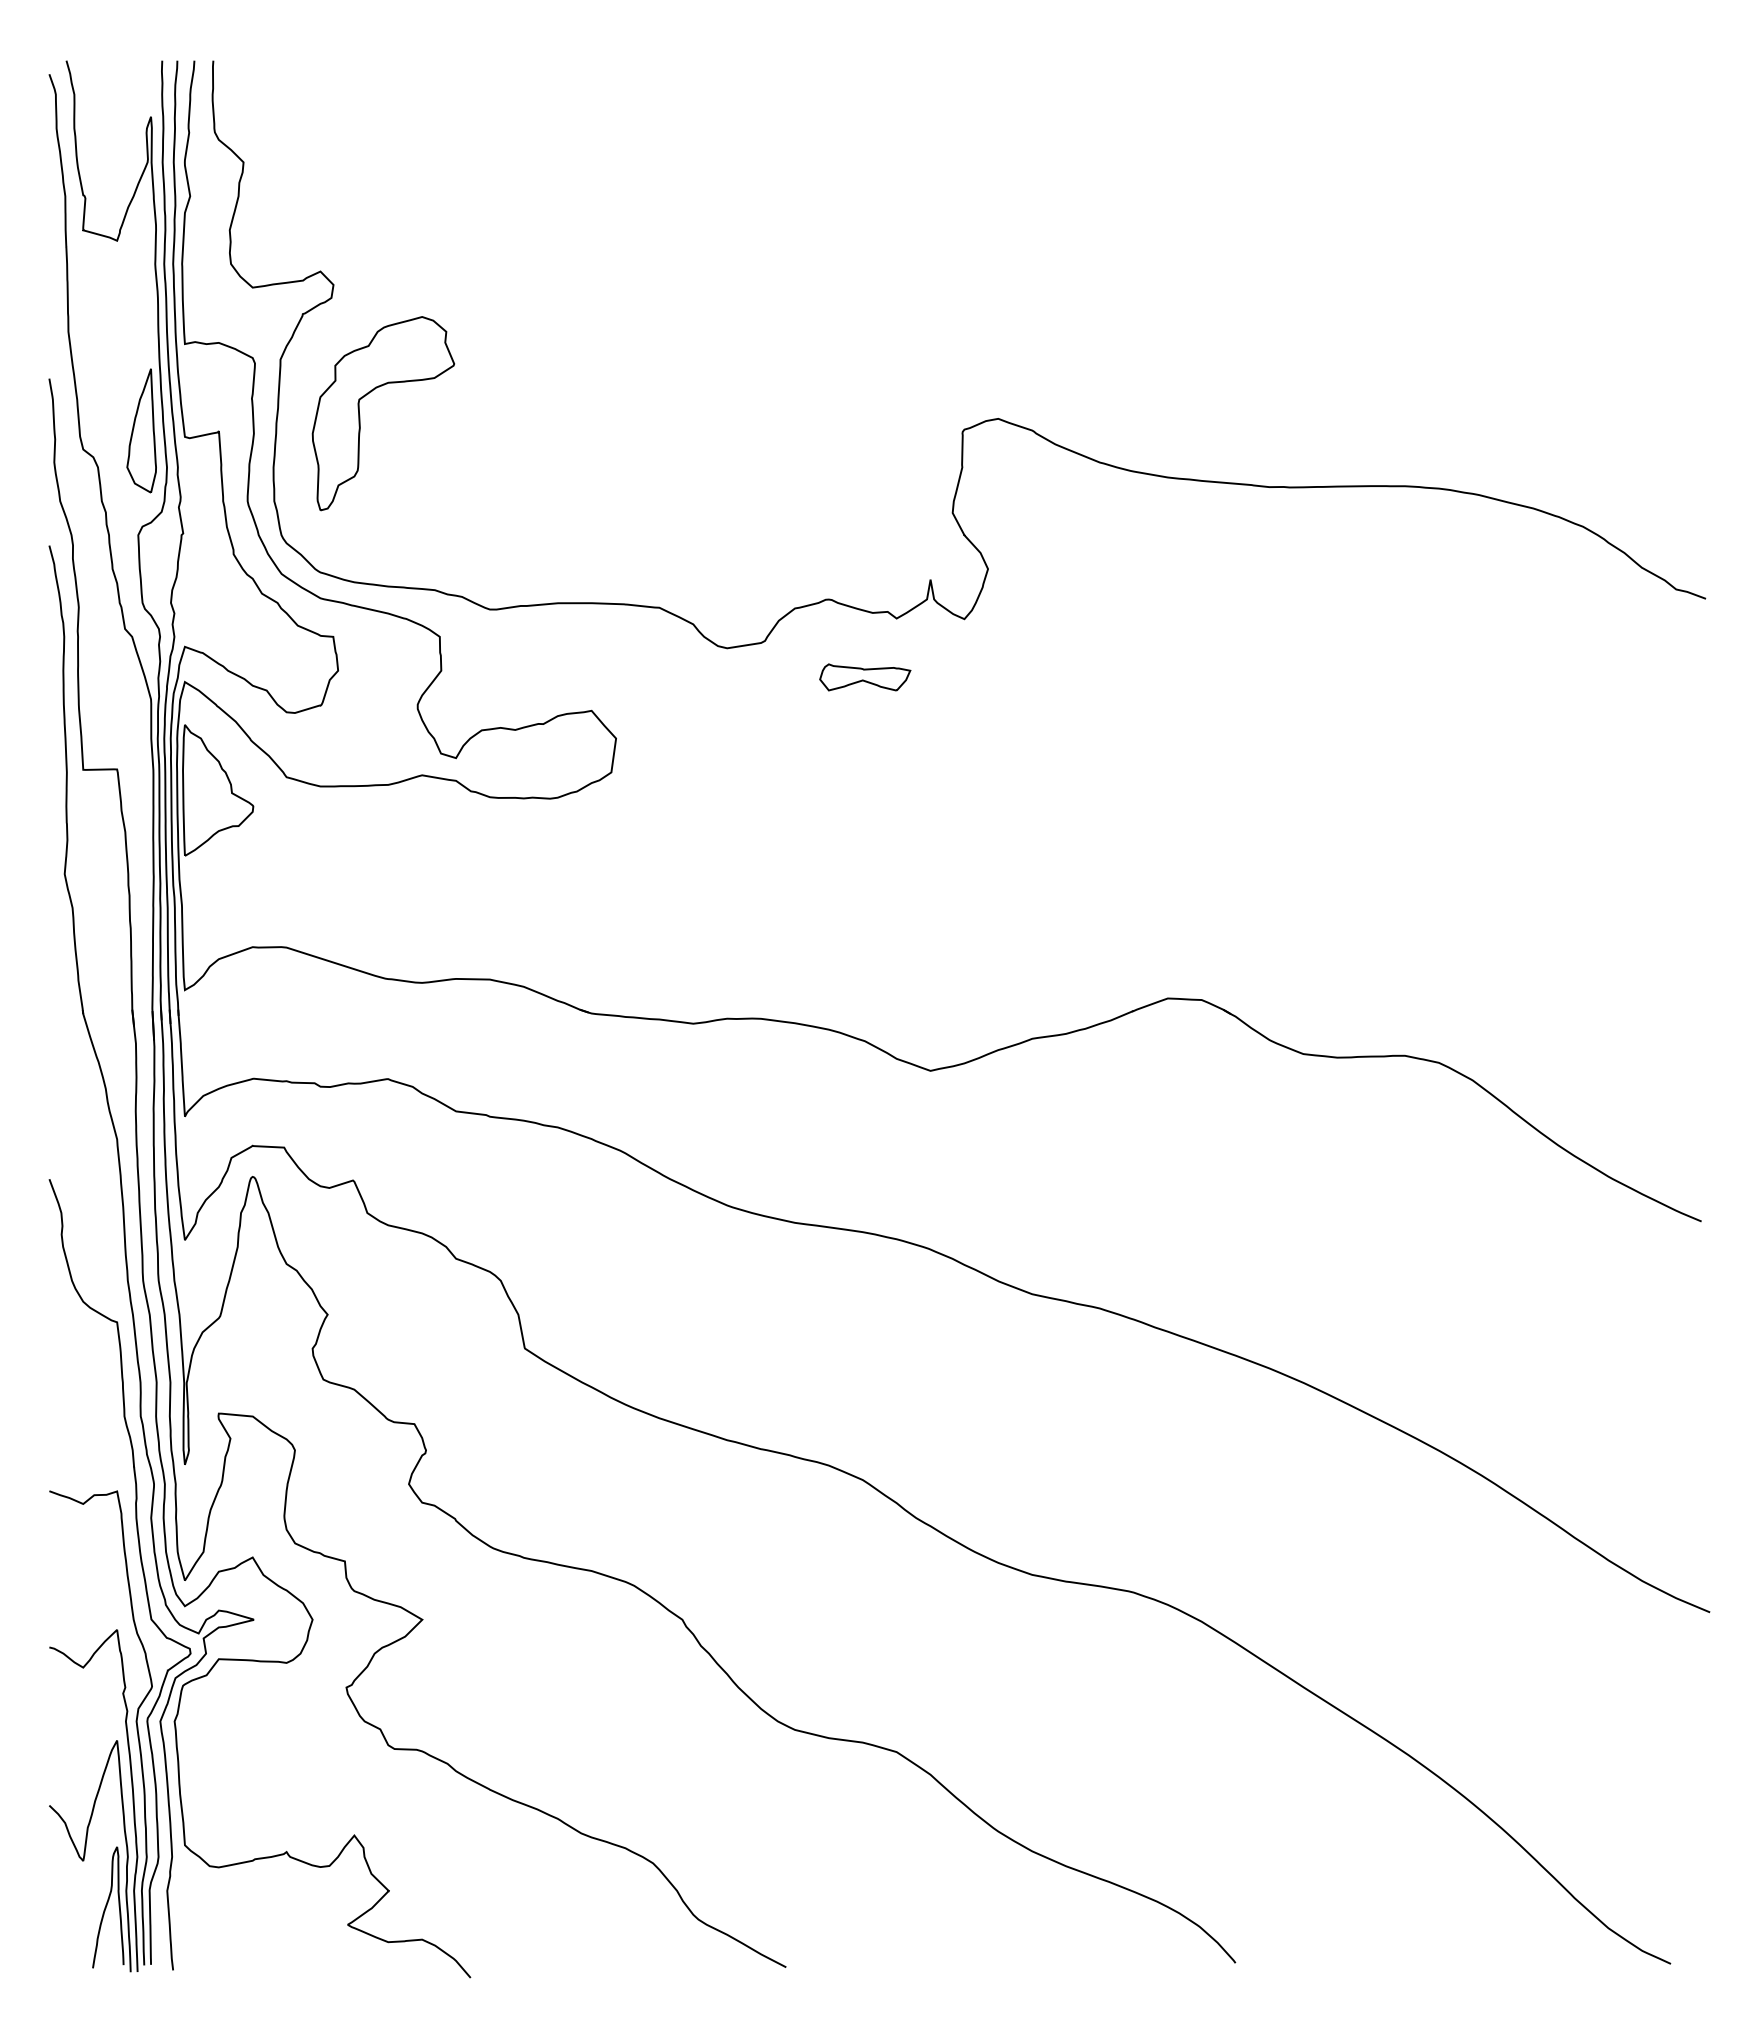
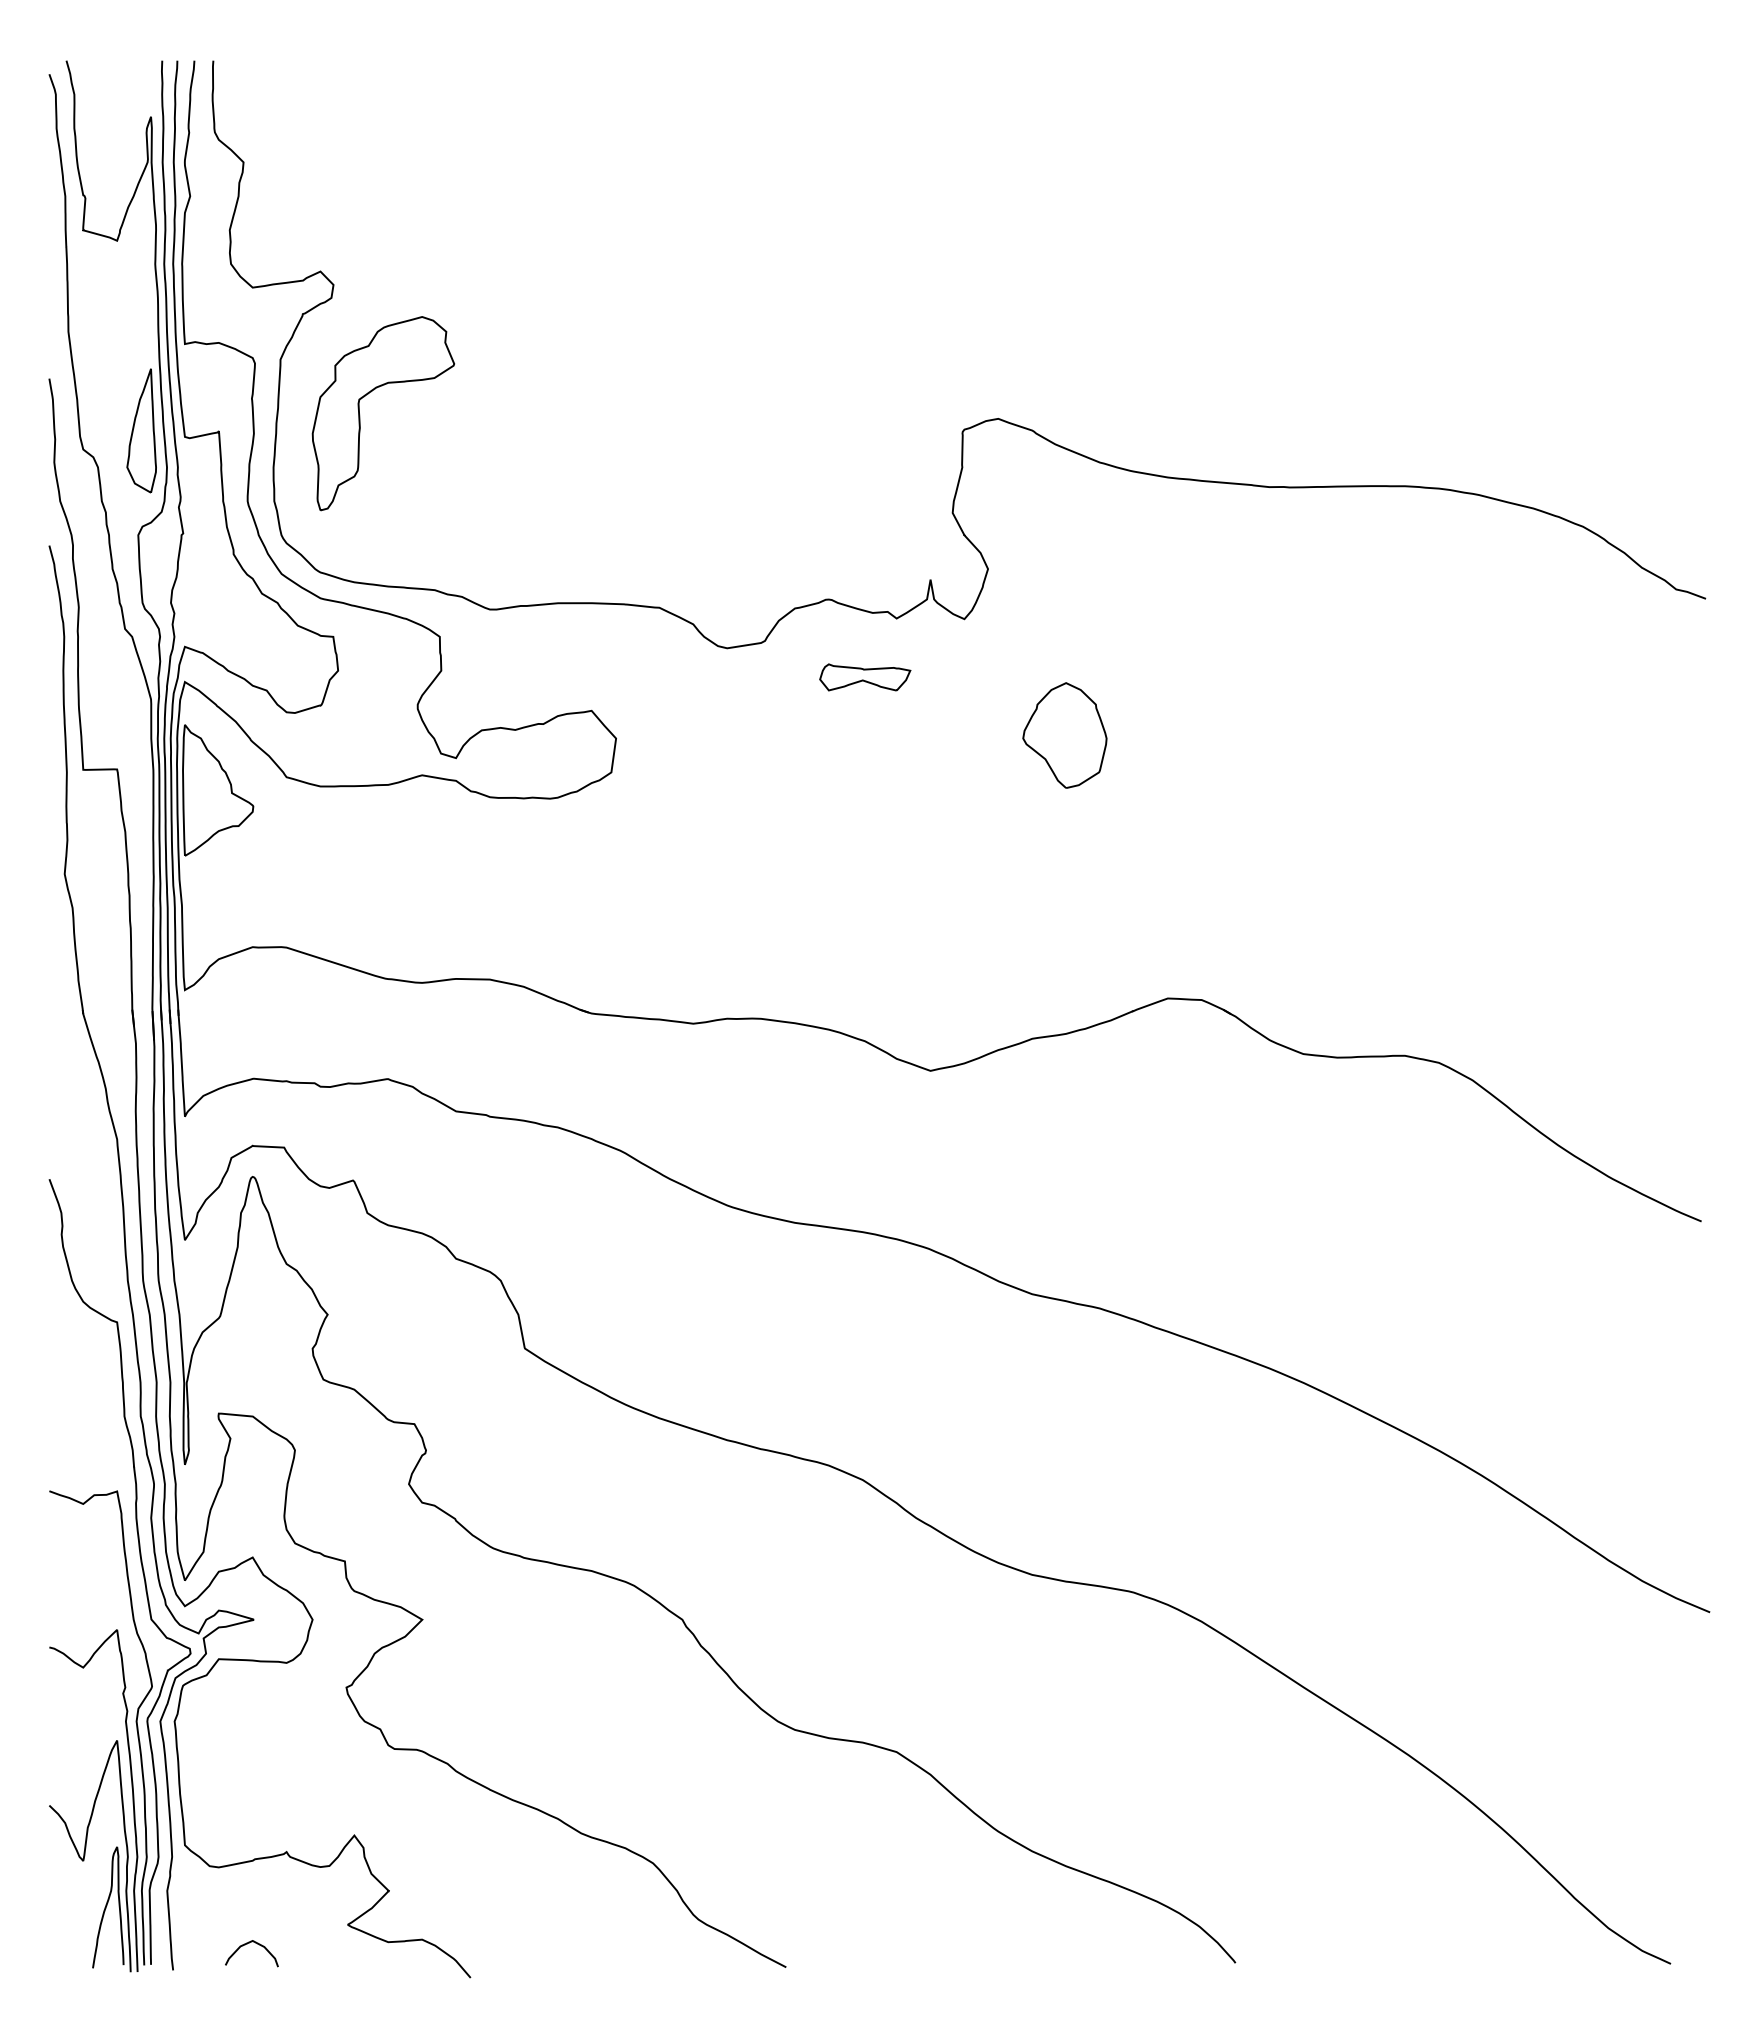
part at (1064, 735): none -> present
curve at (247, 1944): none -> present
